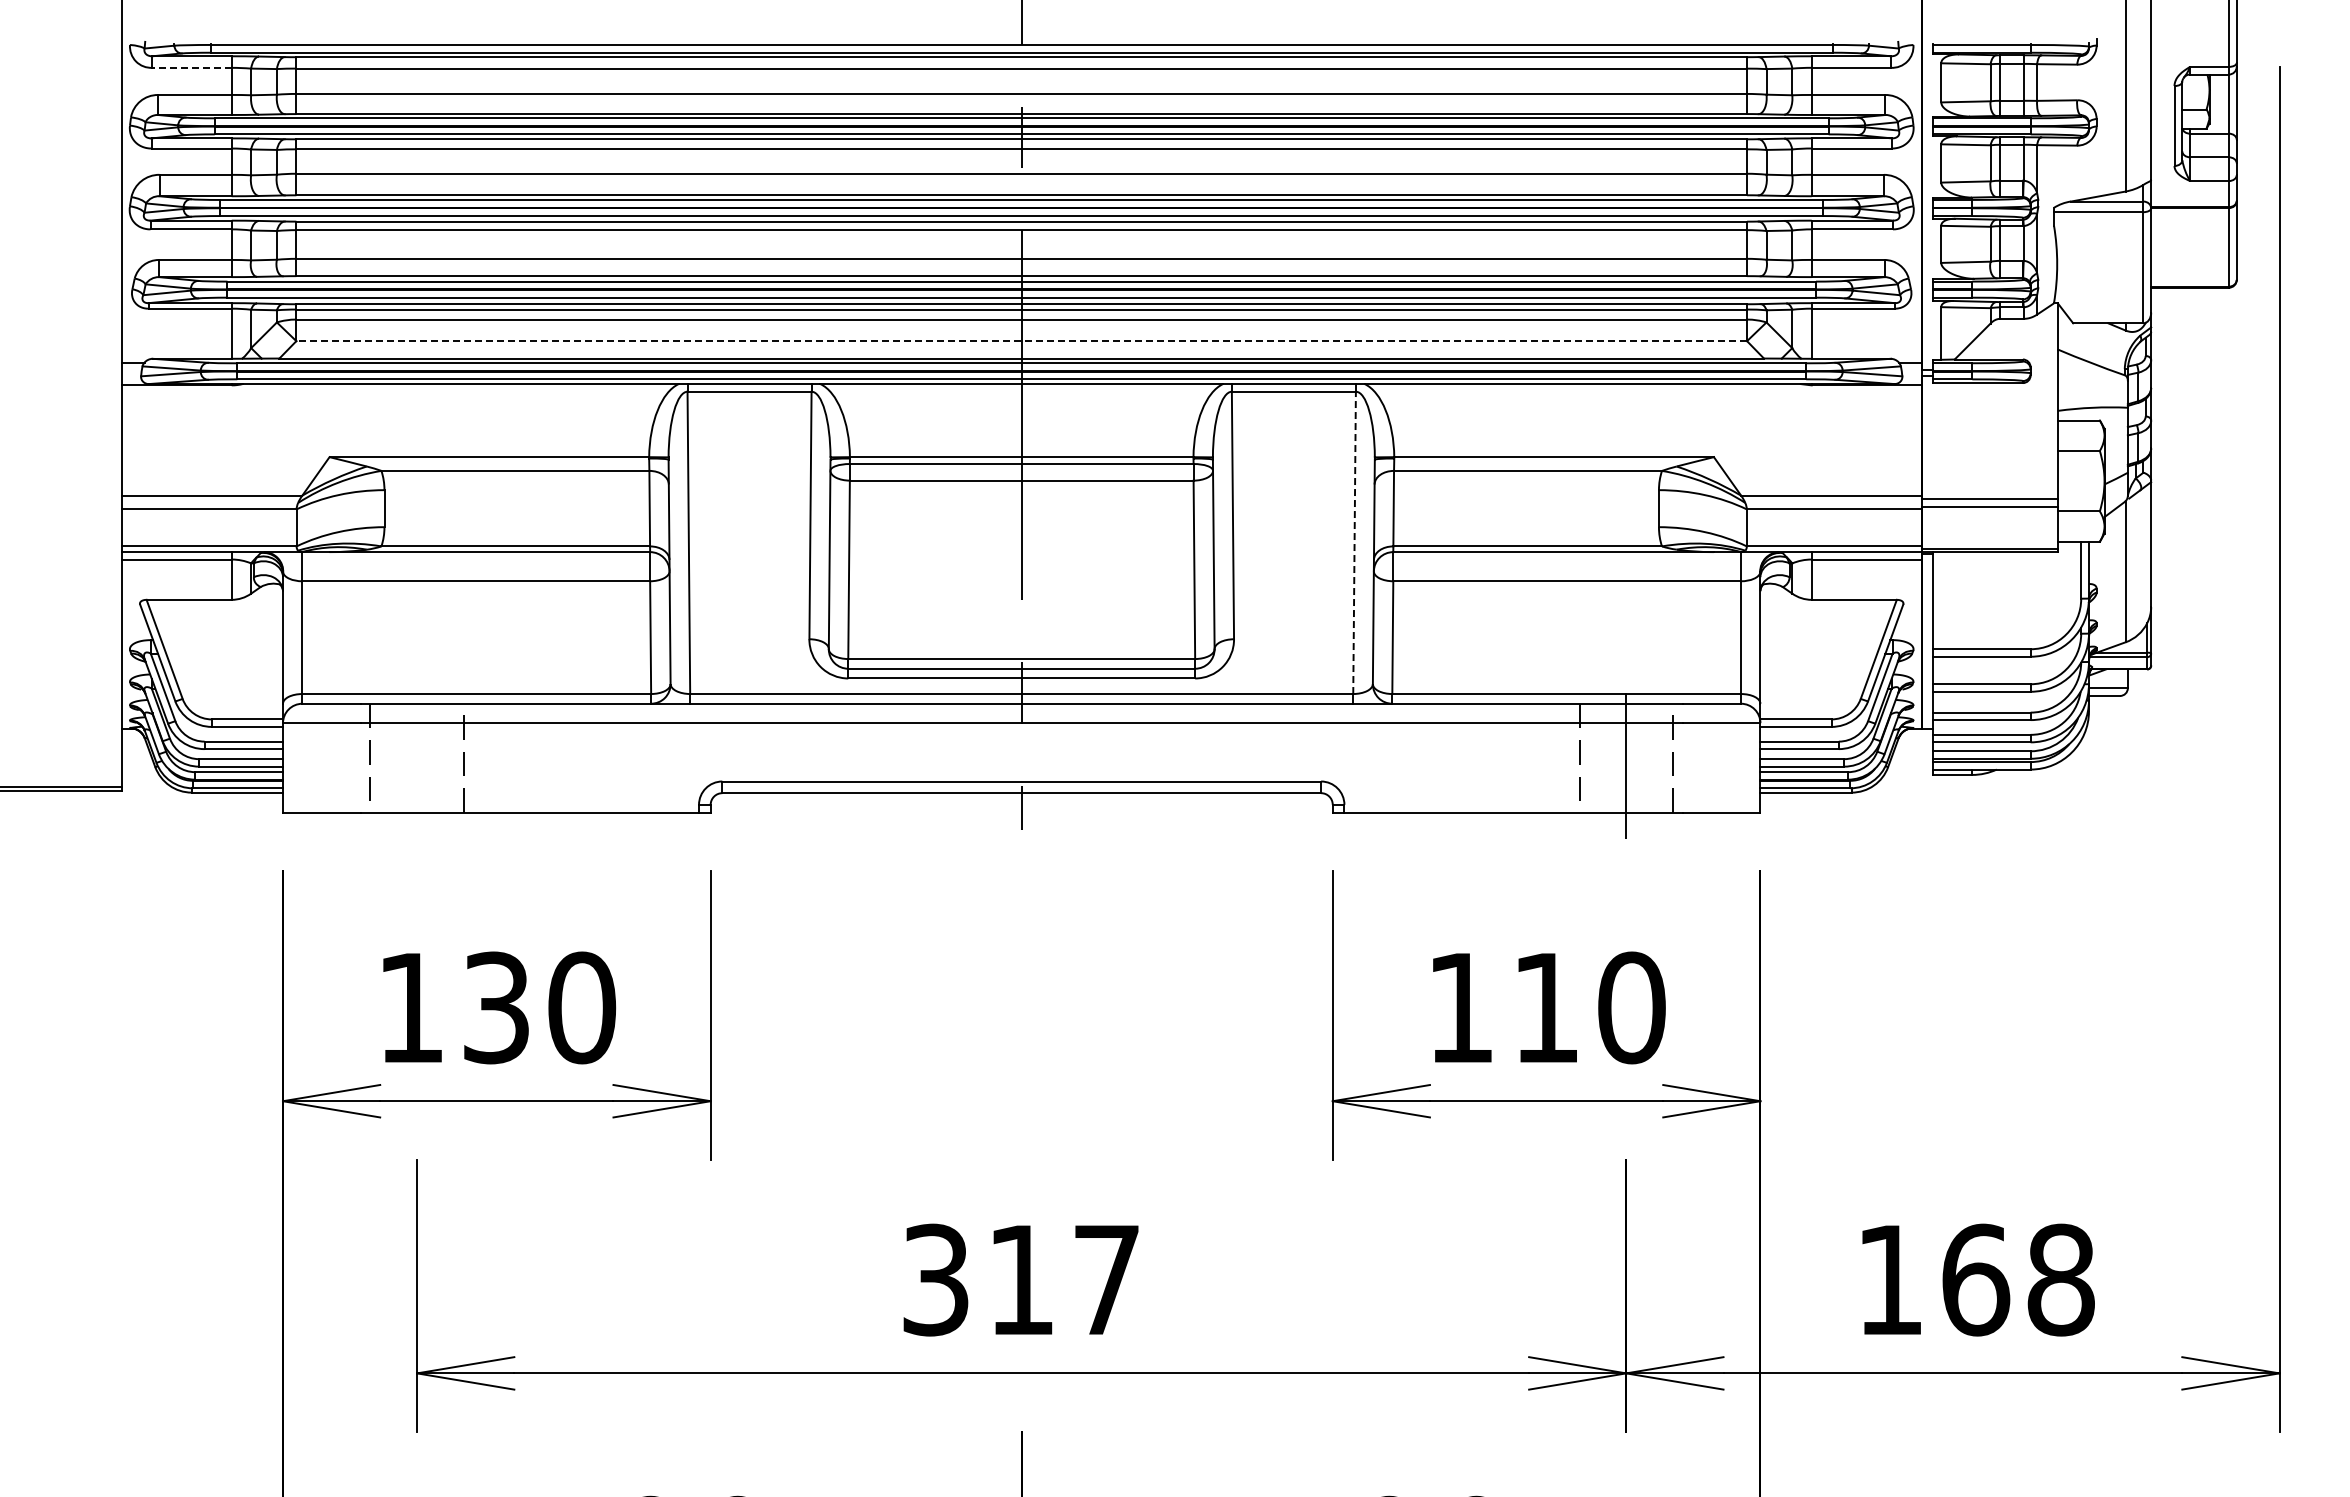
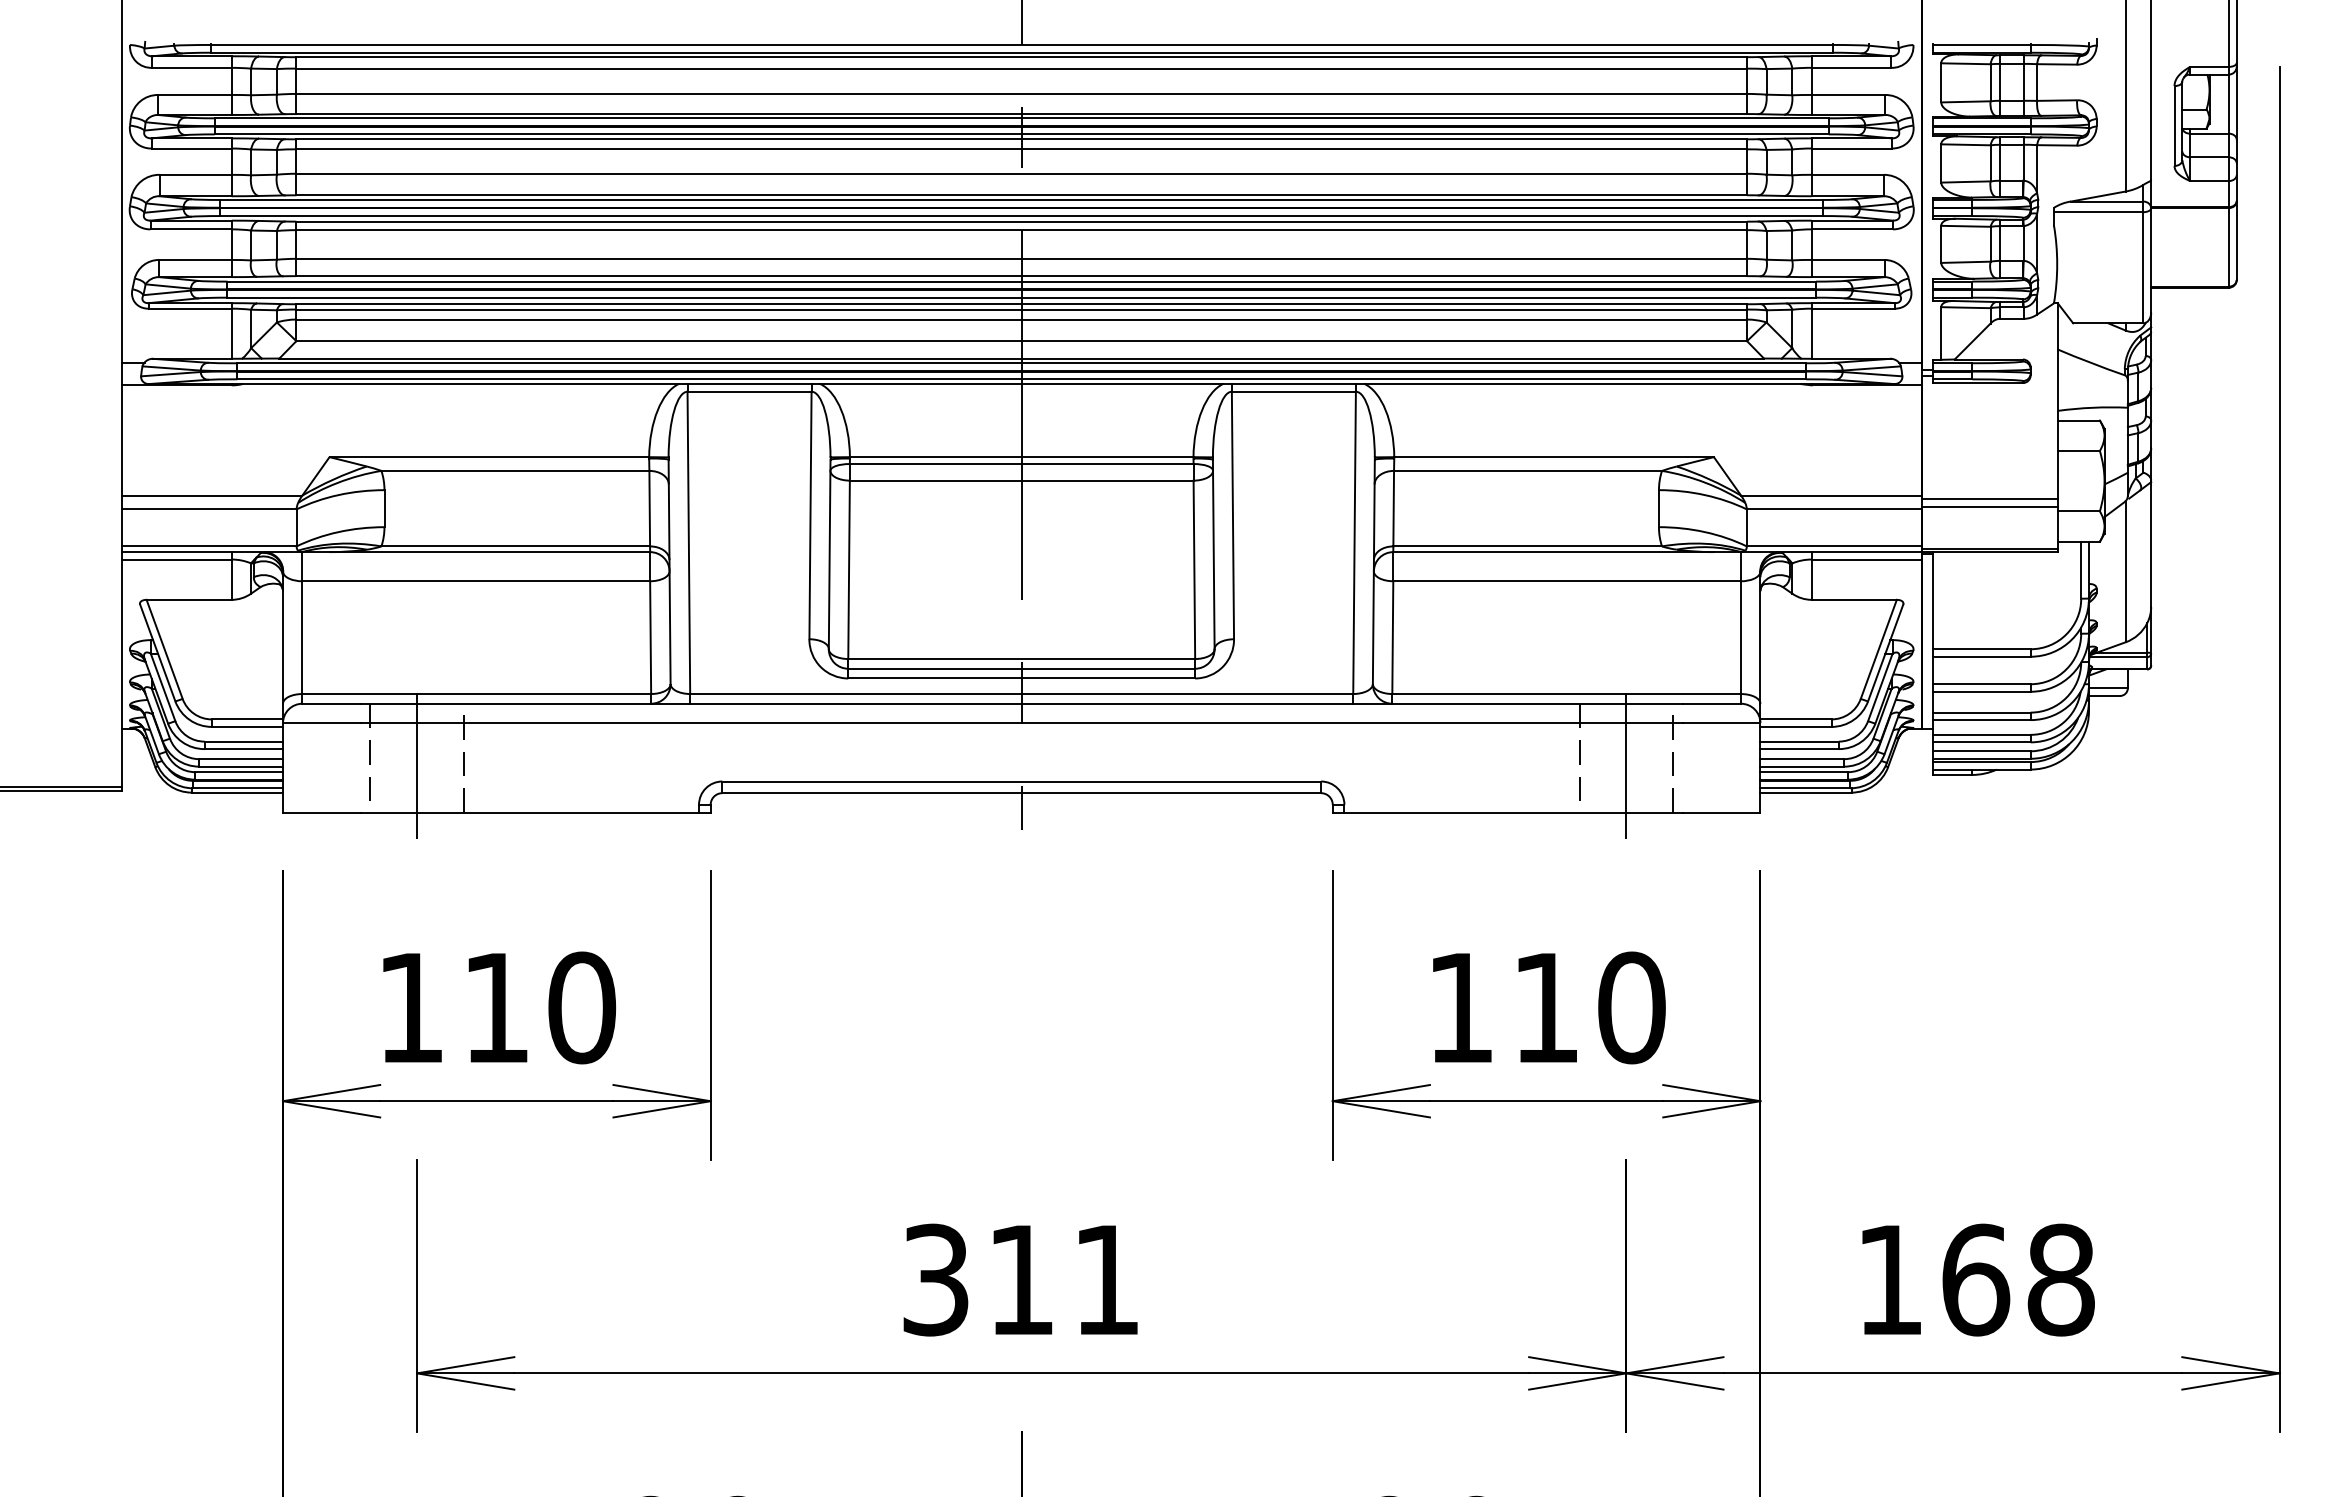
line at (192, 67): dashed -> solid
line at (1021, 341): dashed -> solid
line at (1354, 542): dashed -> solid
line at (417, 758): none -> present
text at (496, 1007): 130 -> 110
text at (1106, 1279): 317 -> 311
